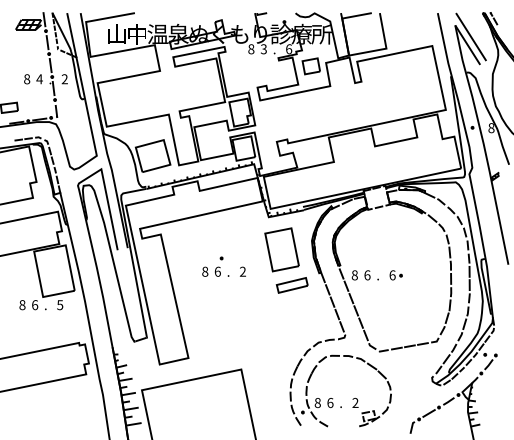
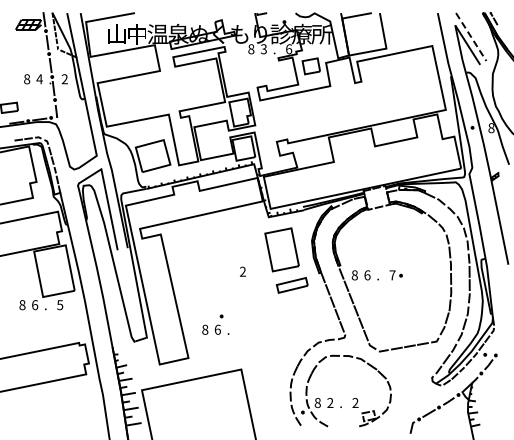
line at (471, 37): solid -> dashed
part at (215, 266) position: (215, 266) -> (215, 324)
text at (392, 275): 6 -> 7
text at (330, 402): 6 -> 2
